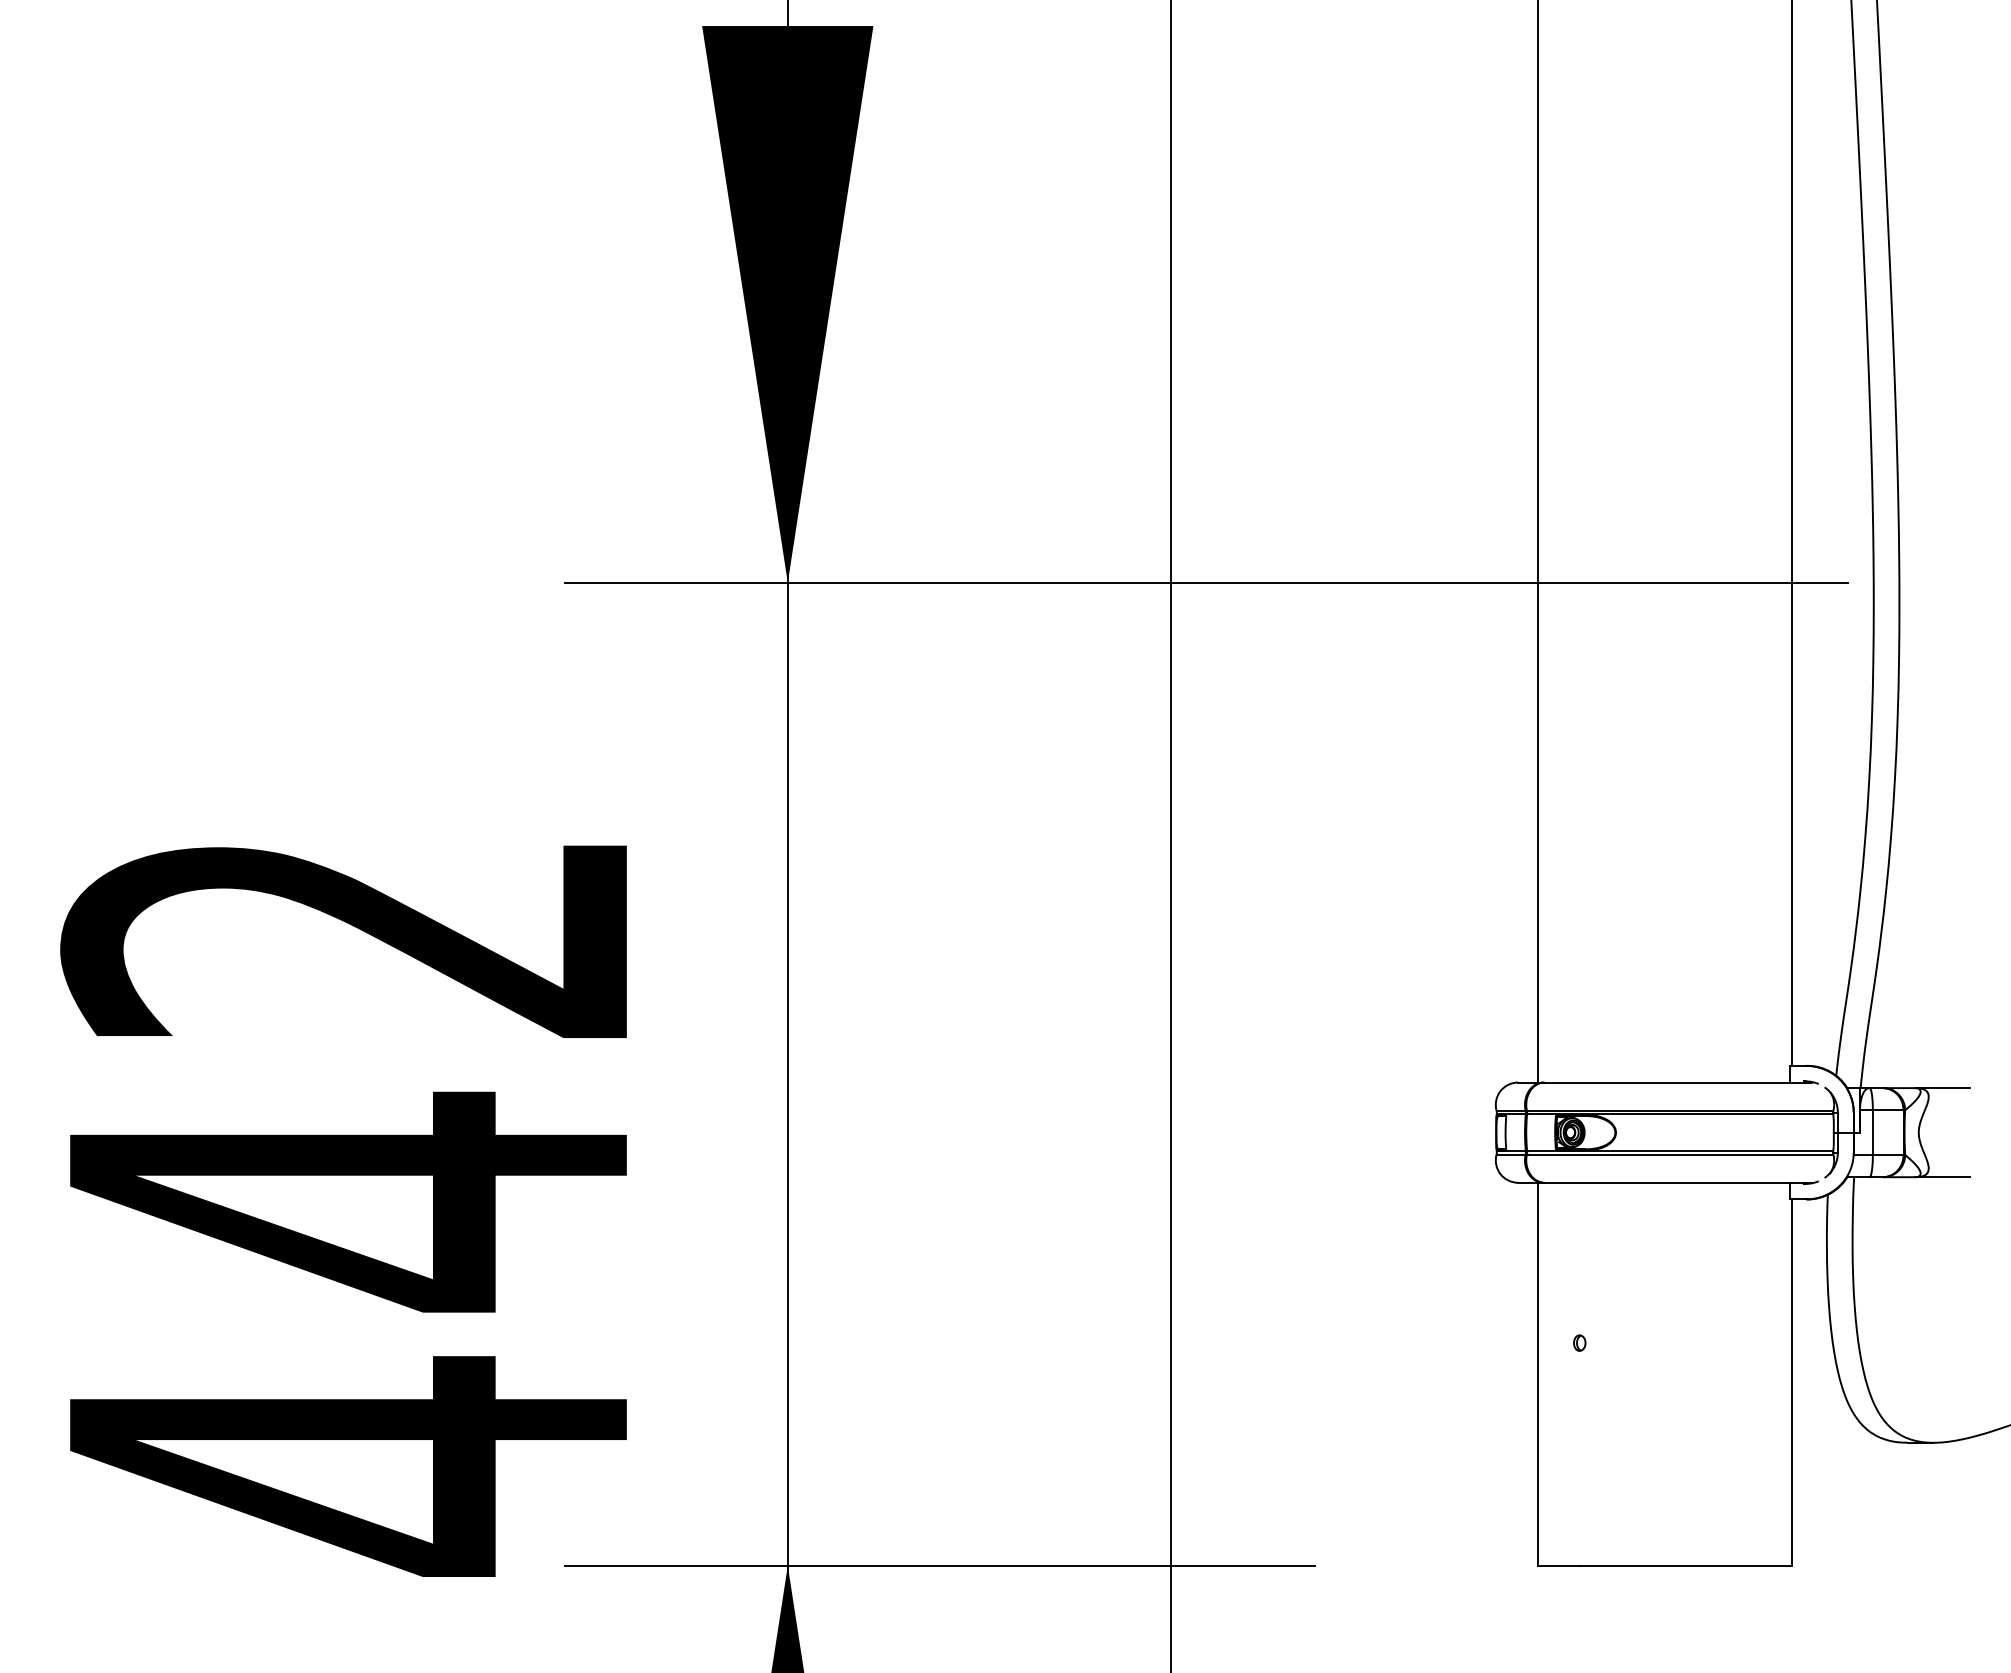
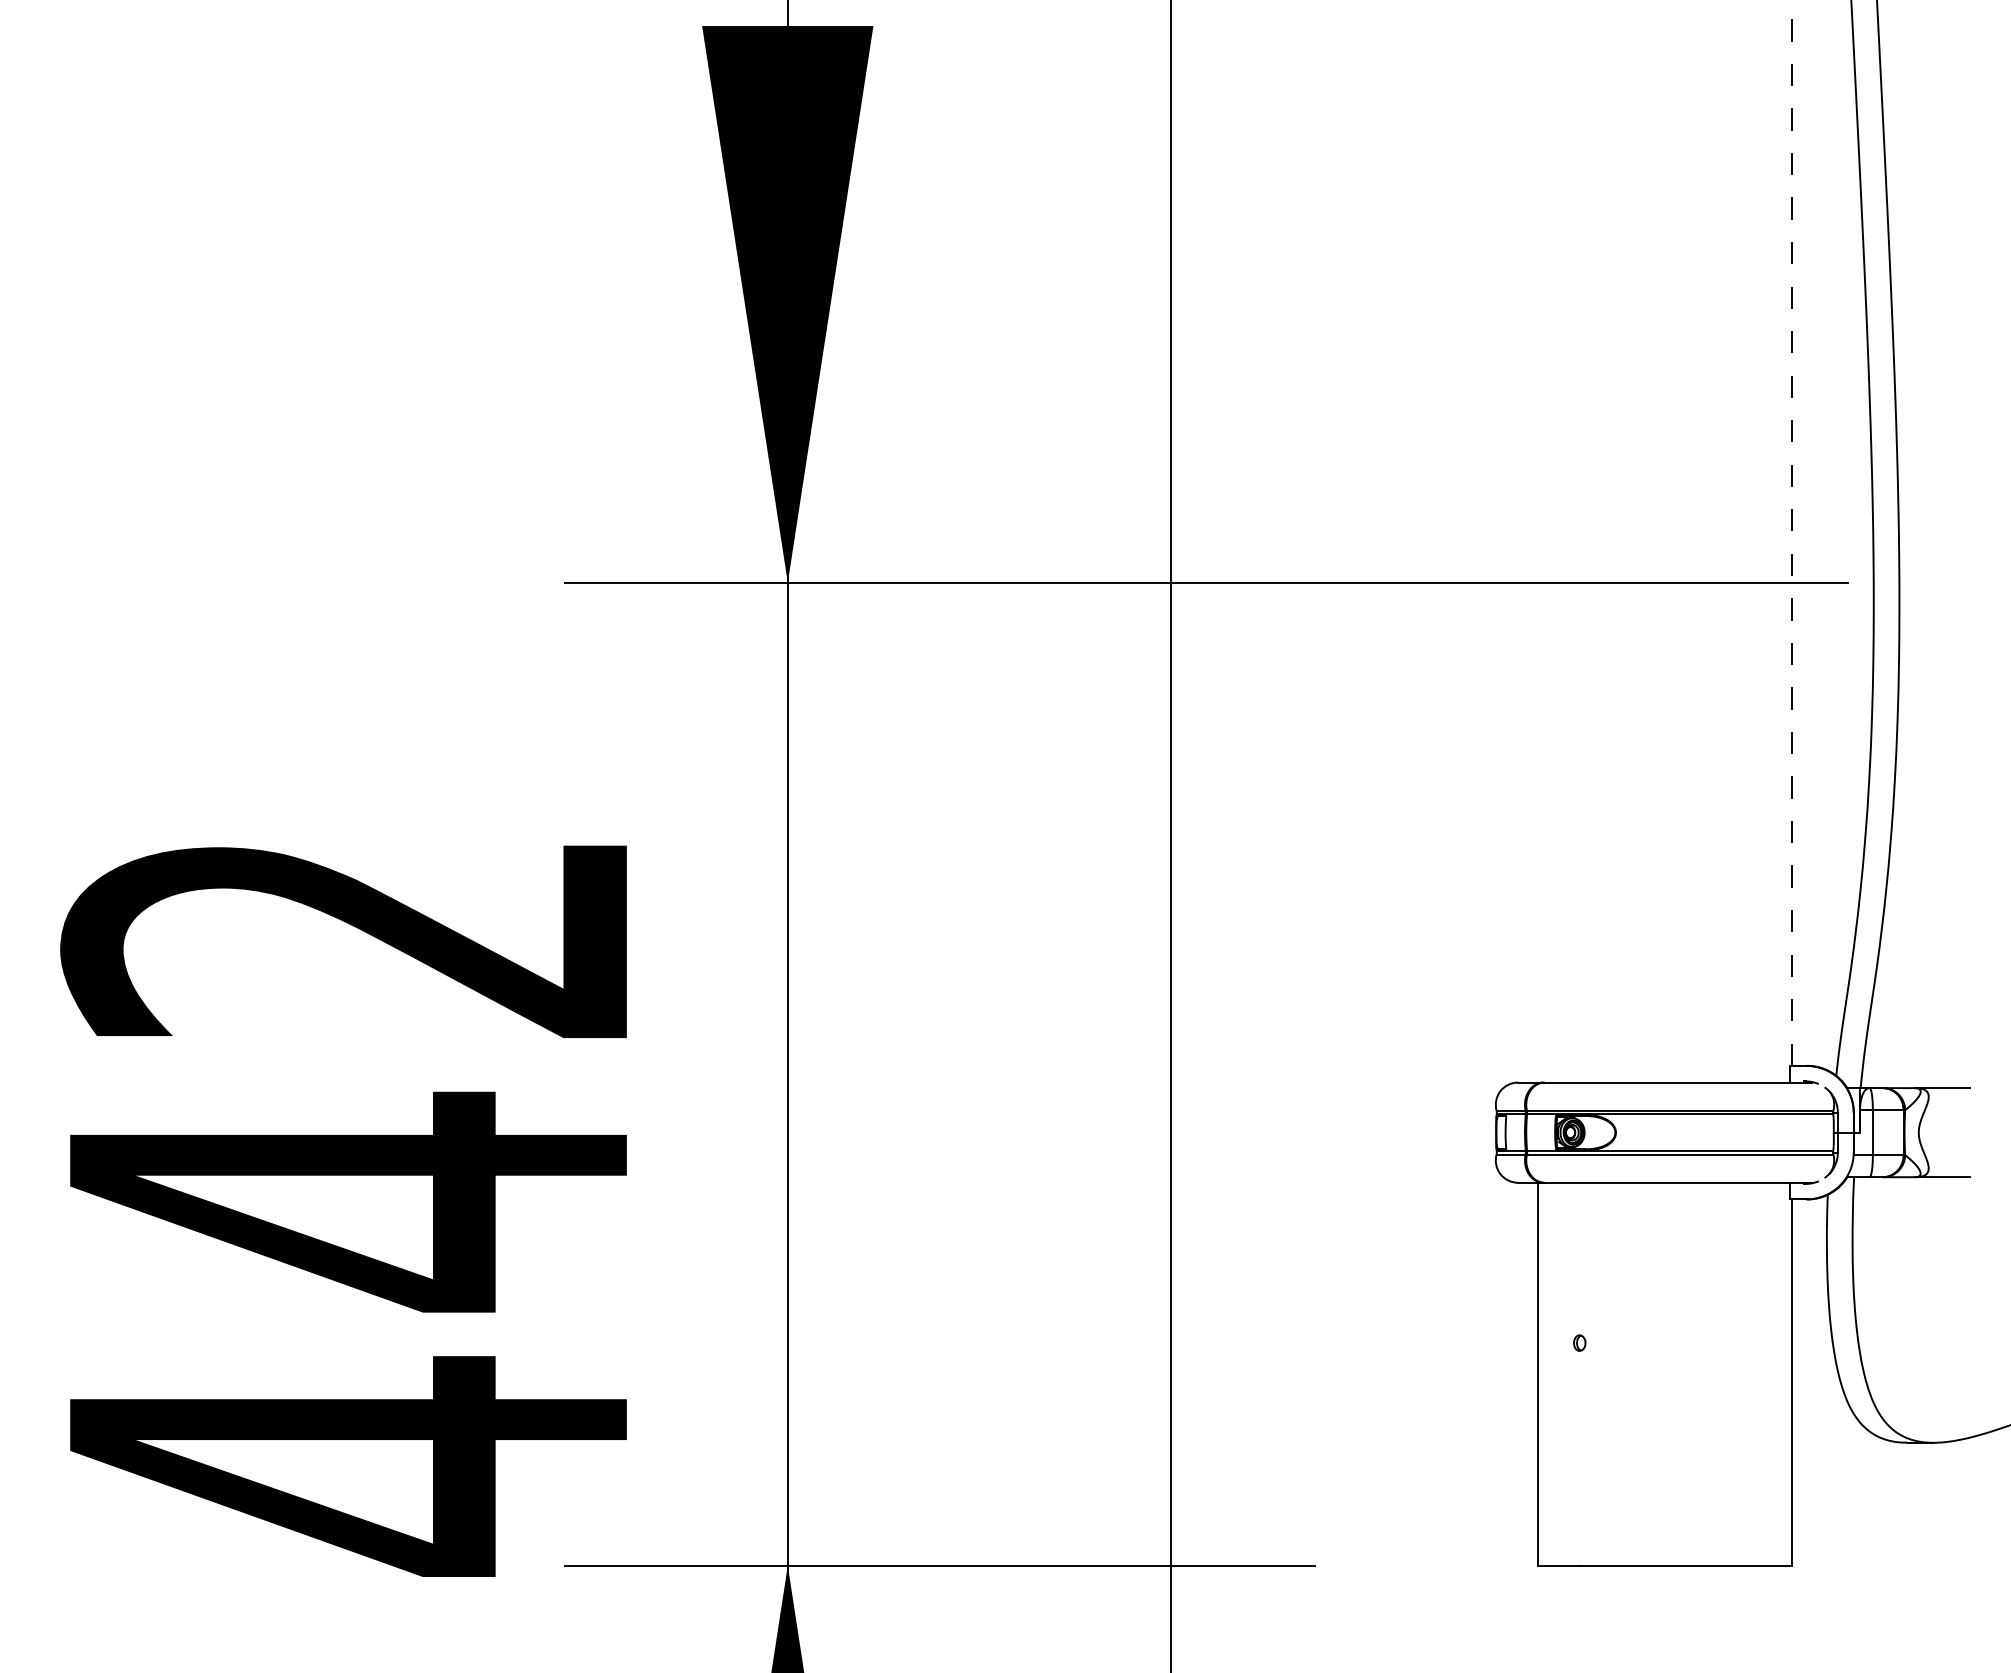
line at (1791, 532): solid -> dashed
line at (1538, 542): present -> none
